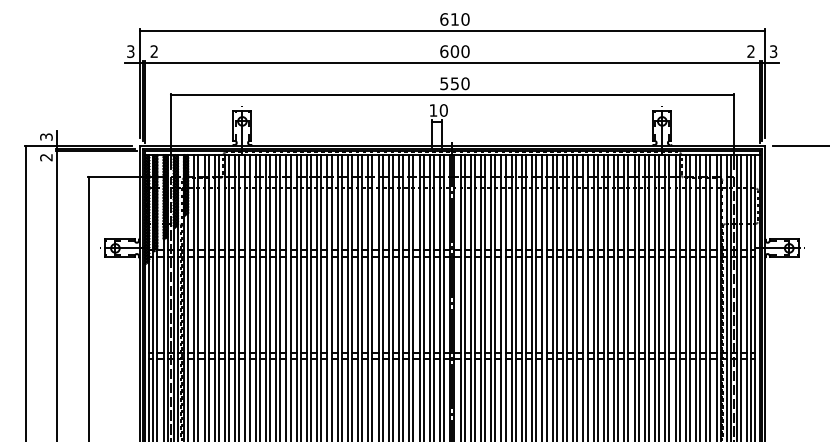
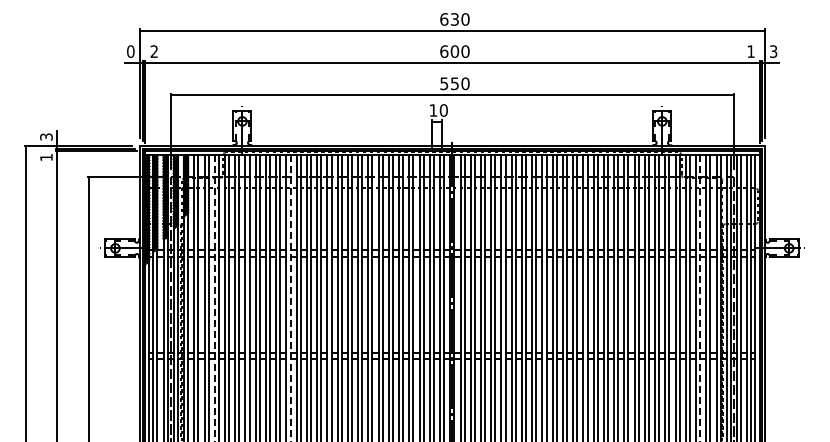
text at (454, 19): 610 -> 630
text at (130, 51): 3 -> 0
text at (750, 51): 2 -> 1
line at (799, 146): present -> none
text at (46, 157): 2 -> 1
line at (214, 299): solid -> dashed
line at (290, 299): solid -> dashed
line at (700, 299): solid -> dashed
